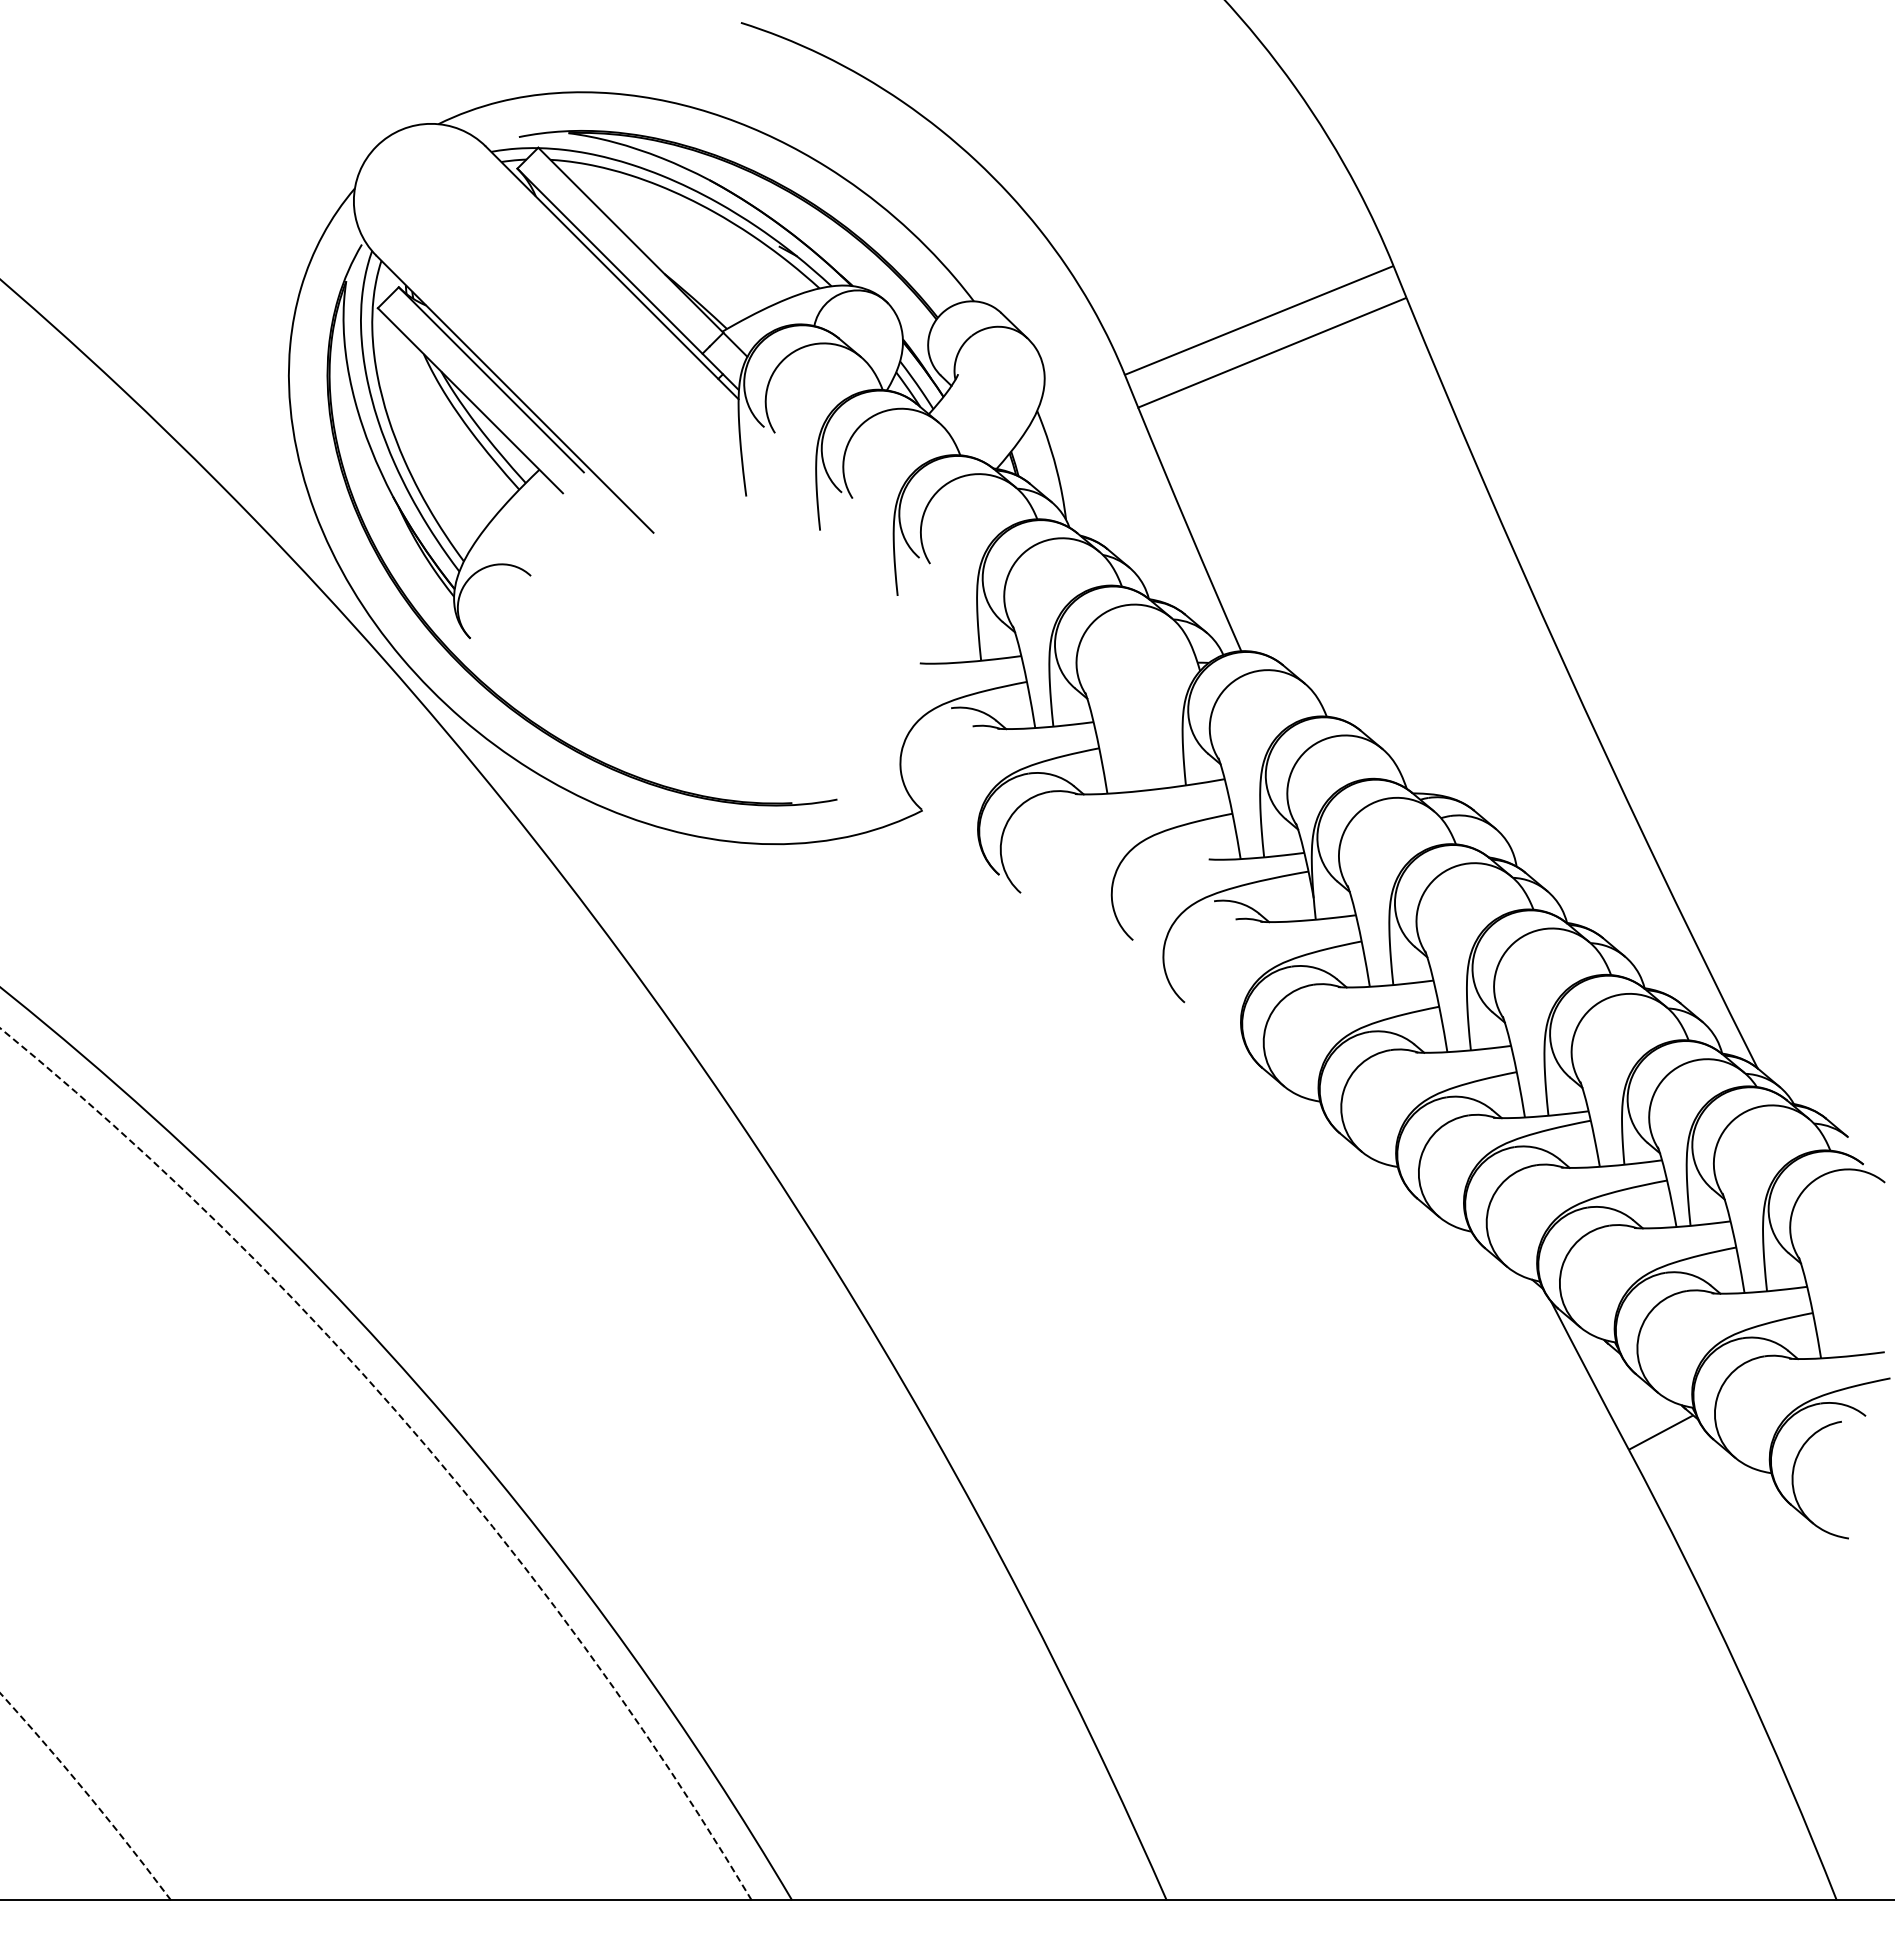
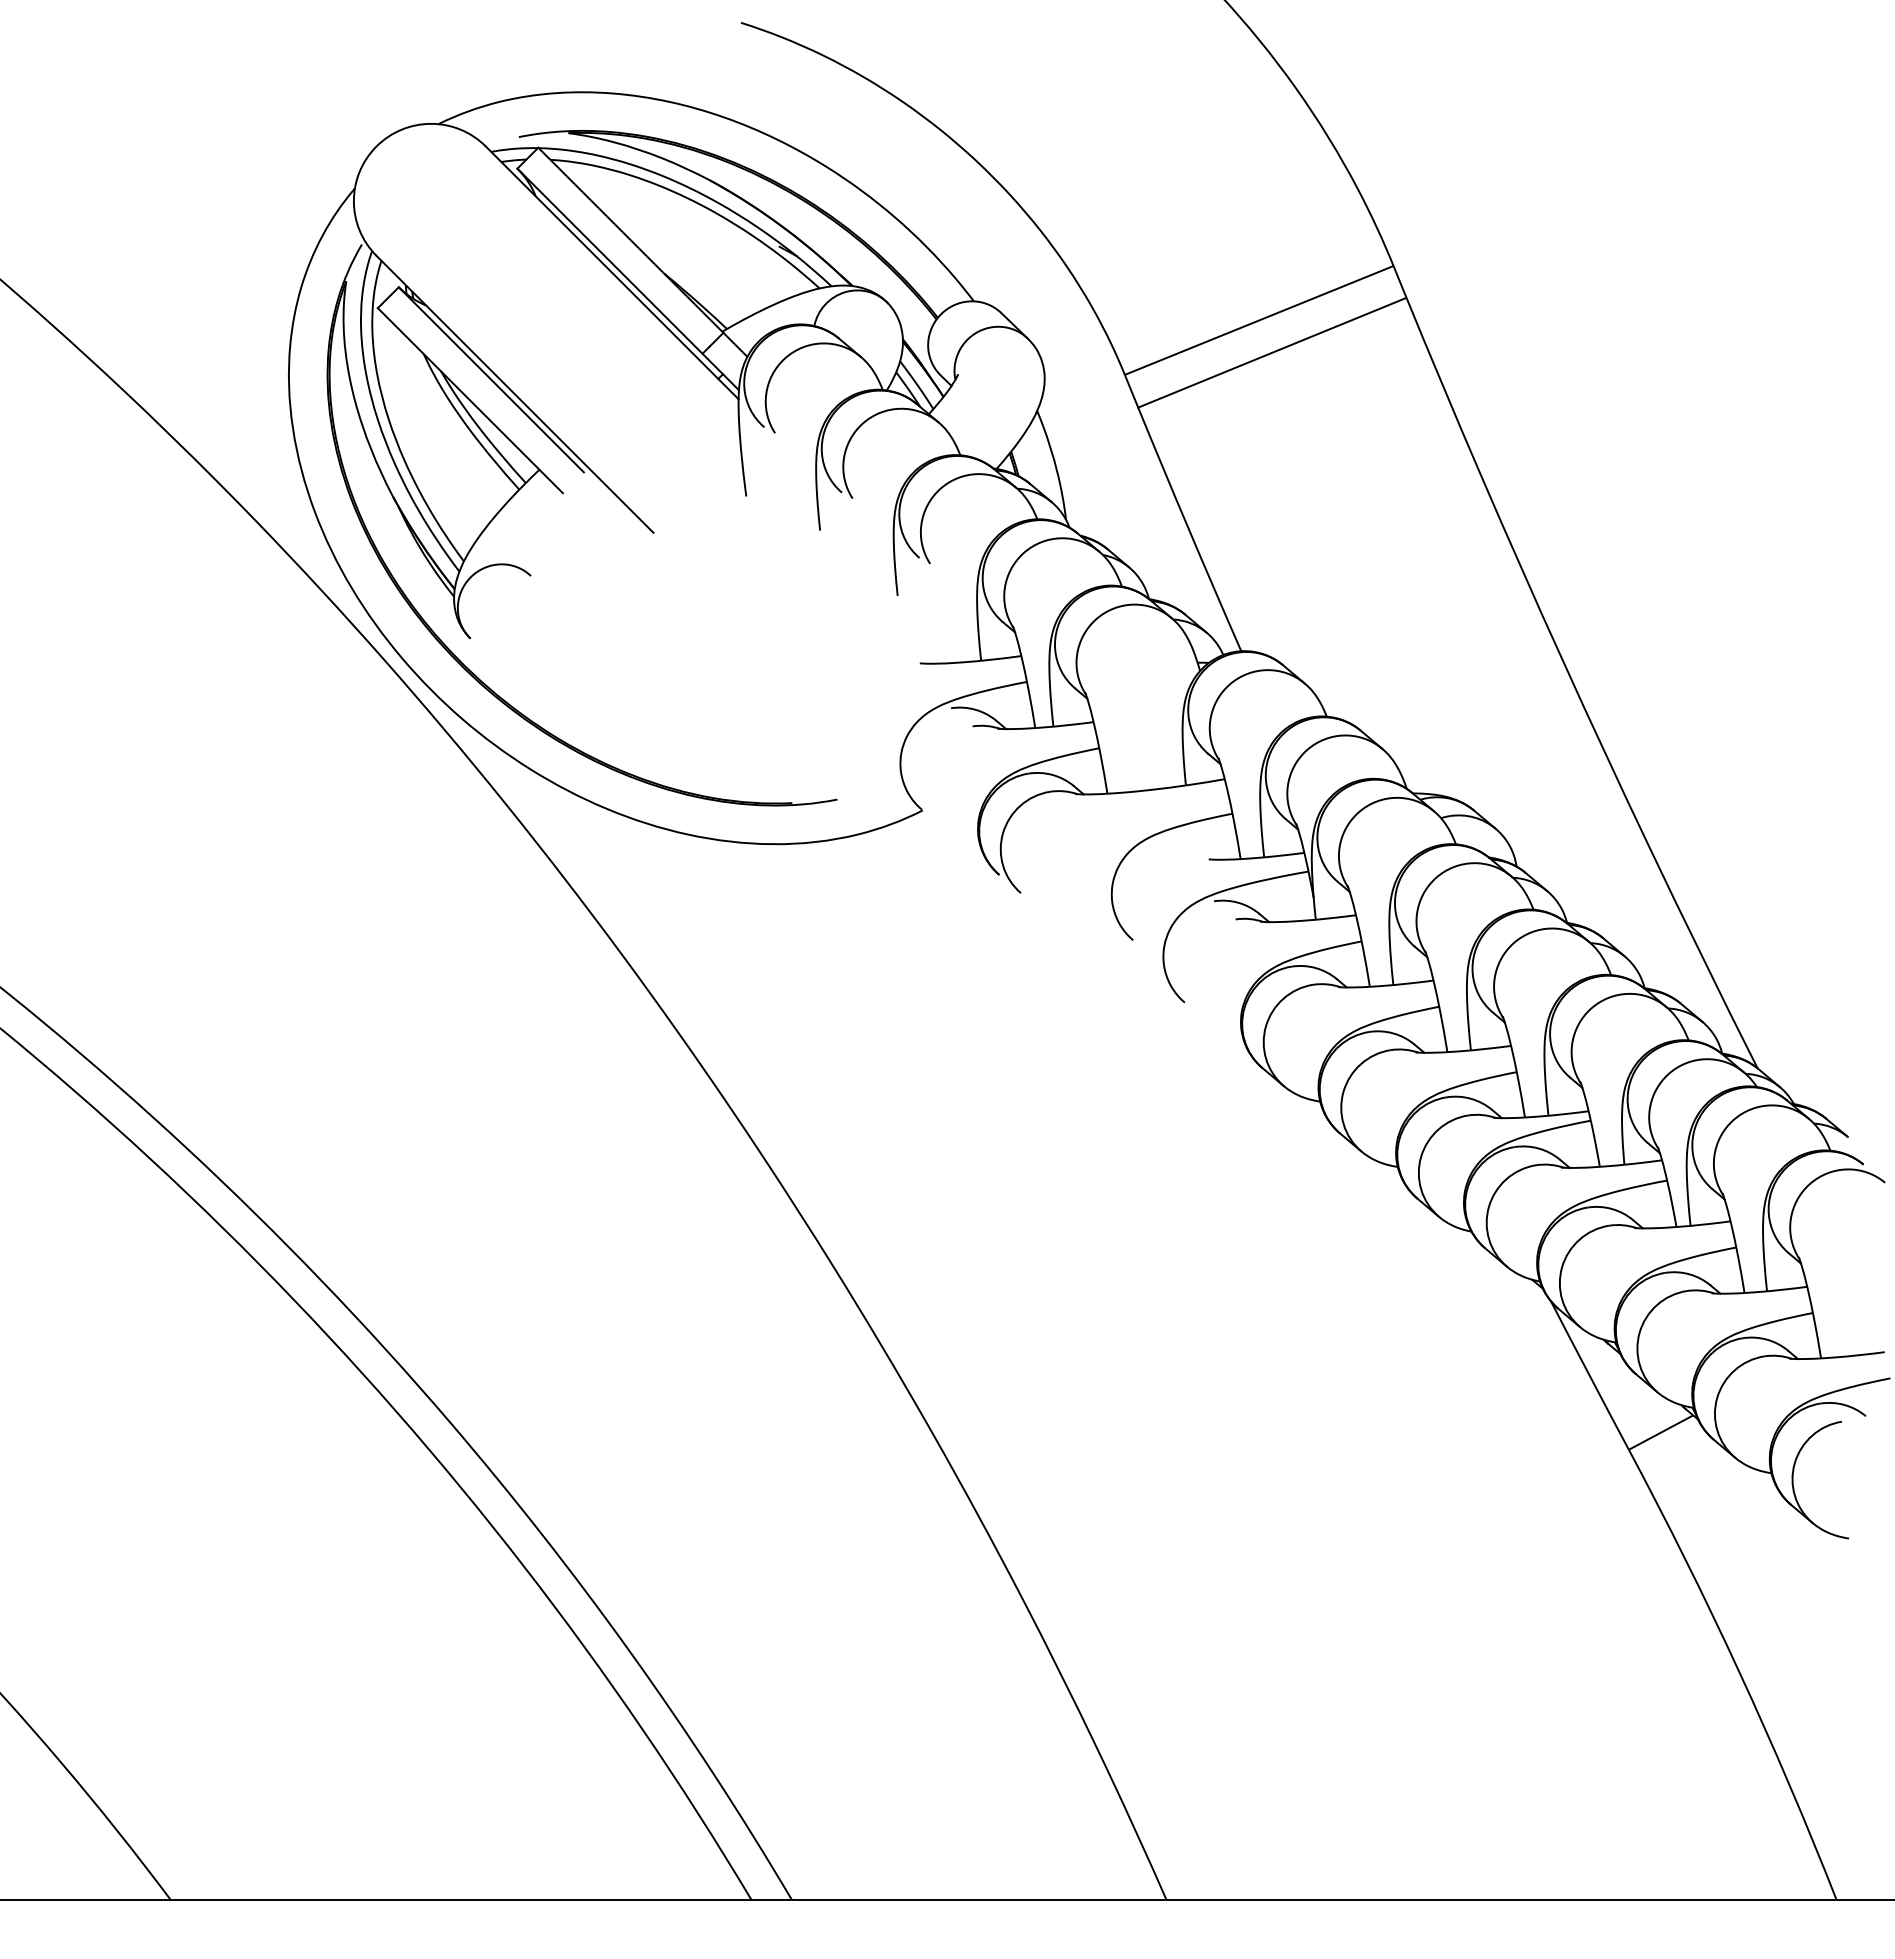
arc at (412, 1430): dashed -> solid
arc at (88, 1794): dashed -> solid
